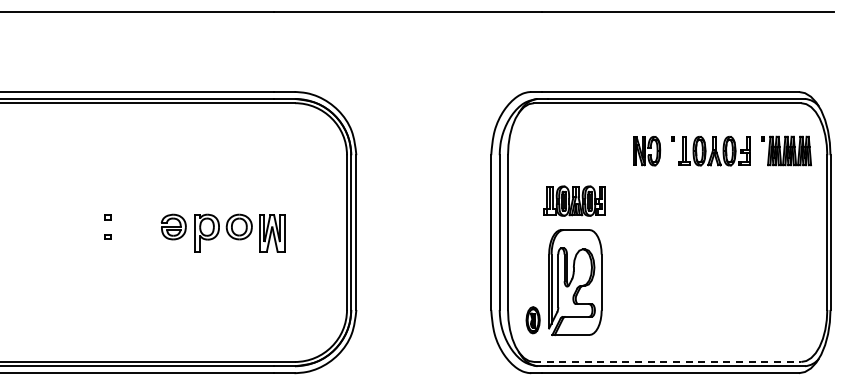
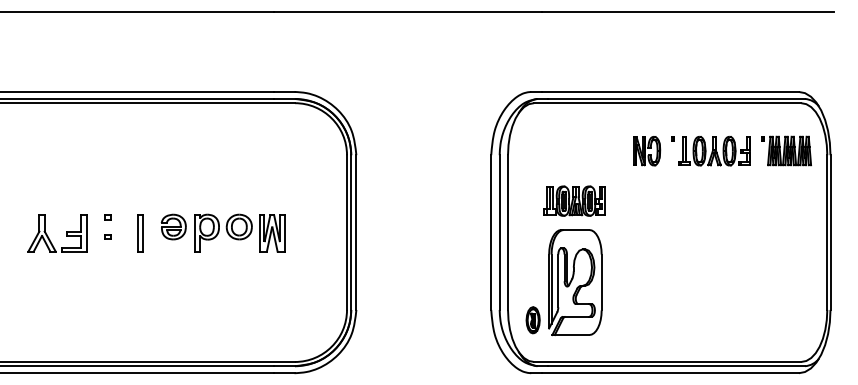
part at (140, 233): none -> present
part at (49, 237): none -> present
line at (667, 361): dashed -> solid
